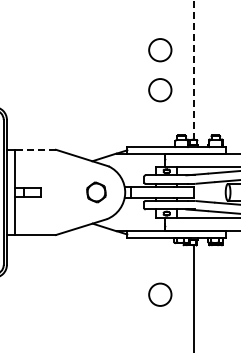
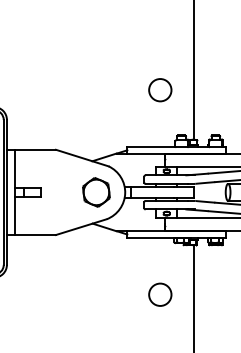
circle at (160, 50): present -> none
line at (194, 69): dashed -> solid
line at (35, 149): dashed -> solid
part at (96, 192) size: 21x23 px -> 29x31 px
